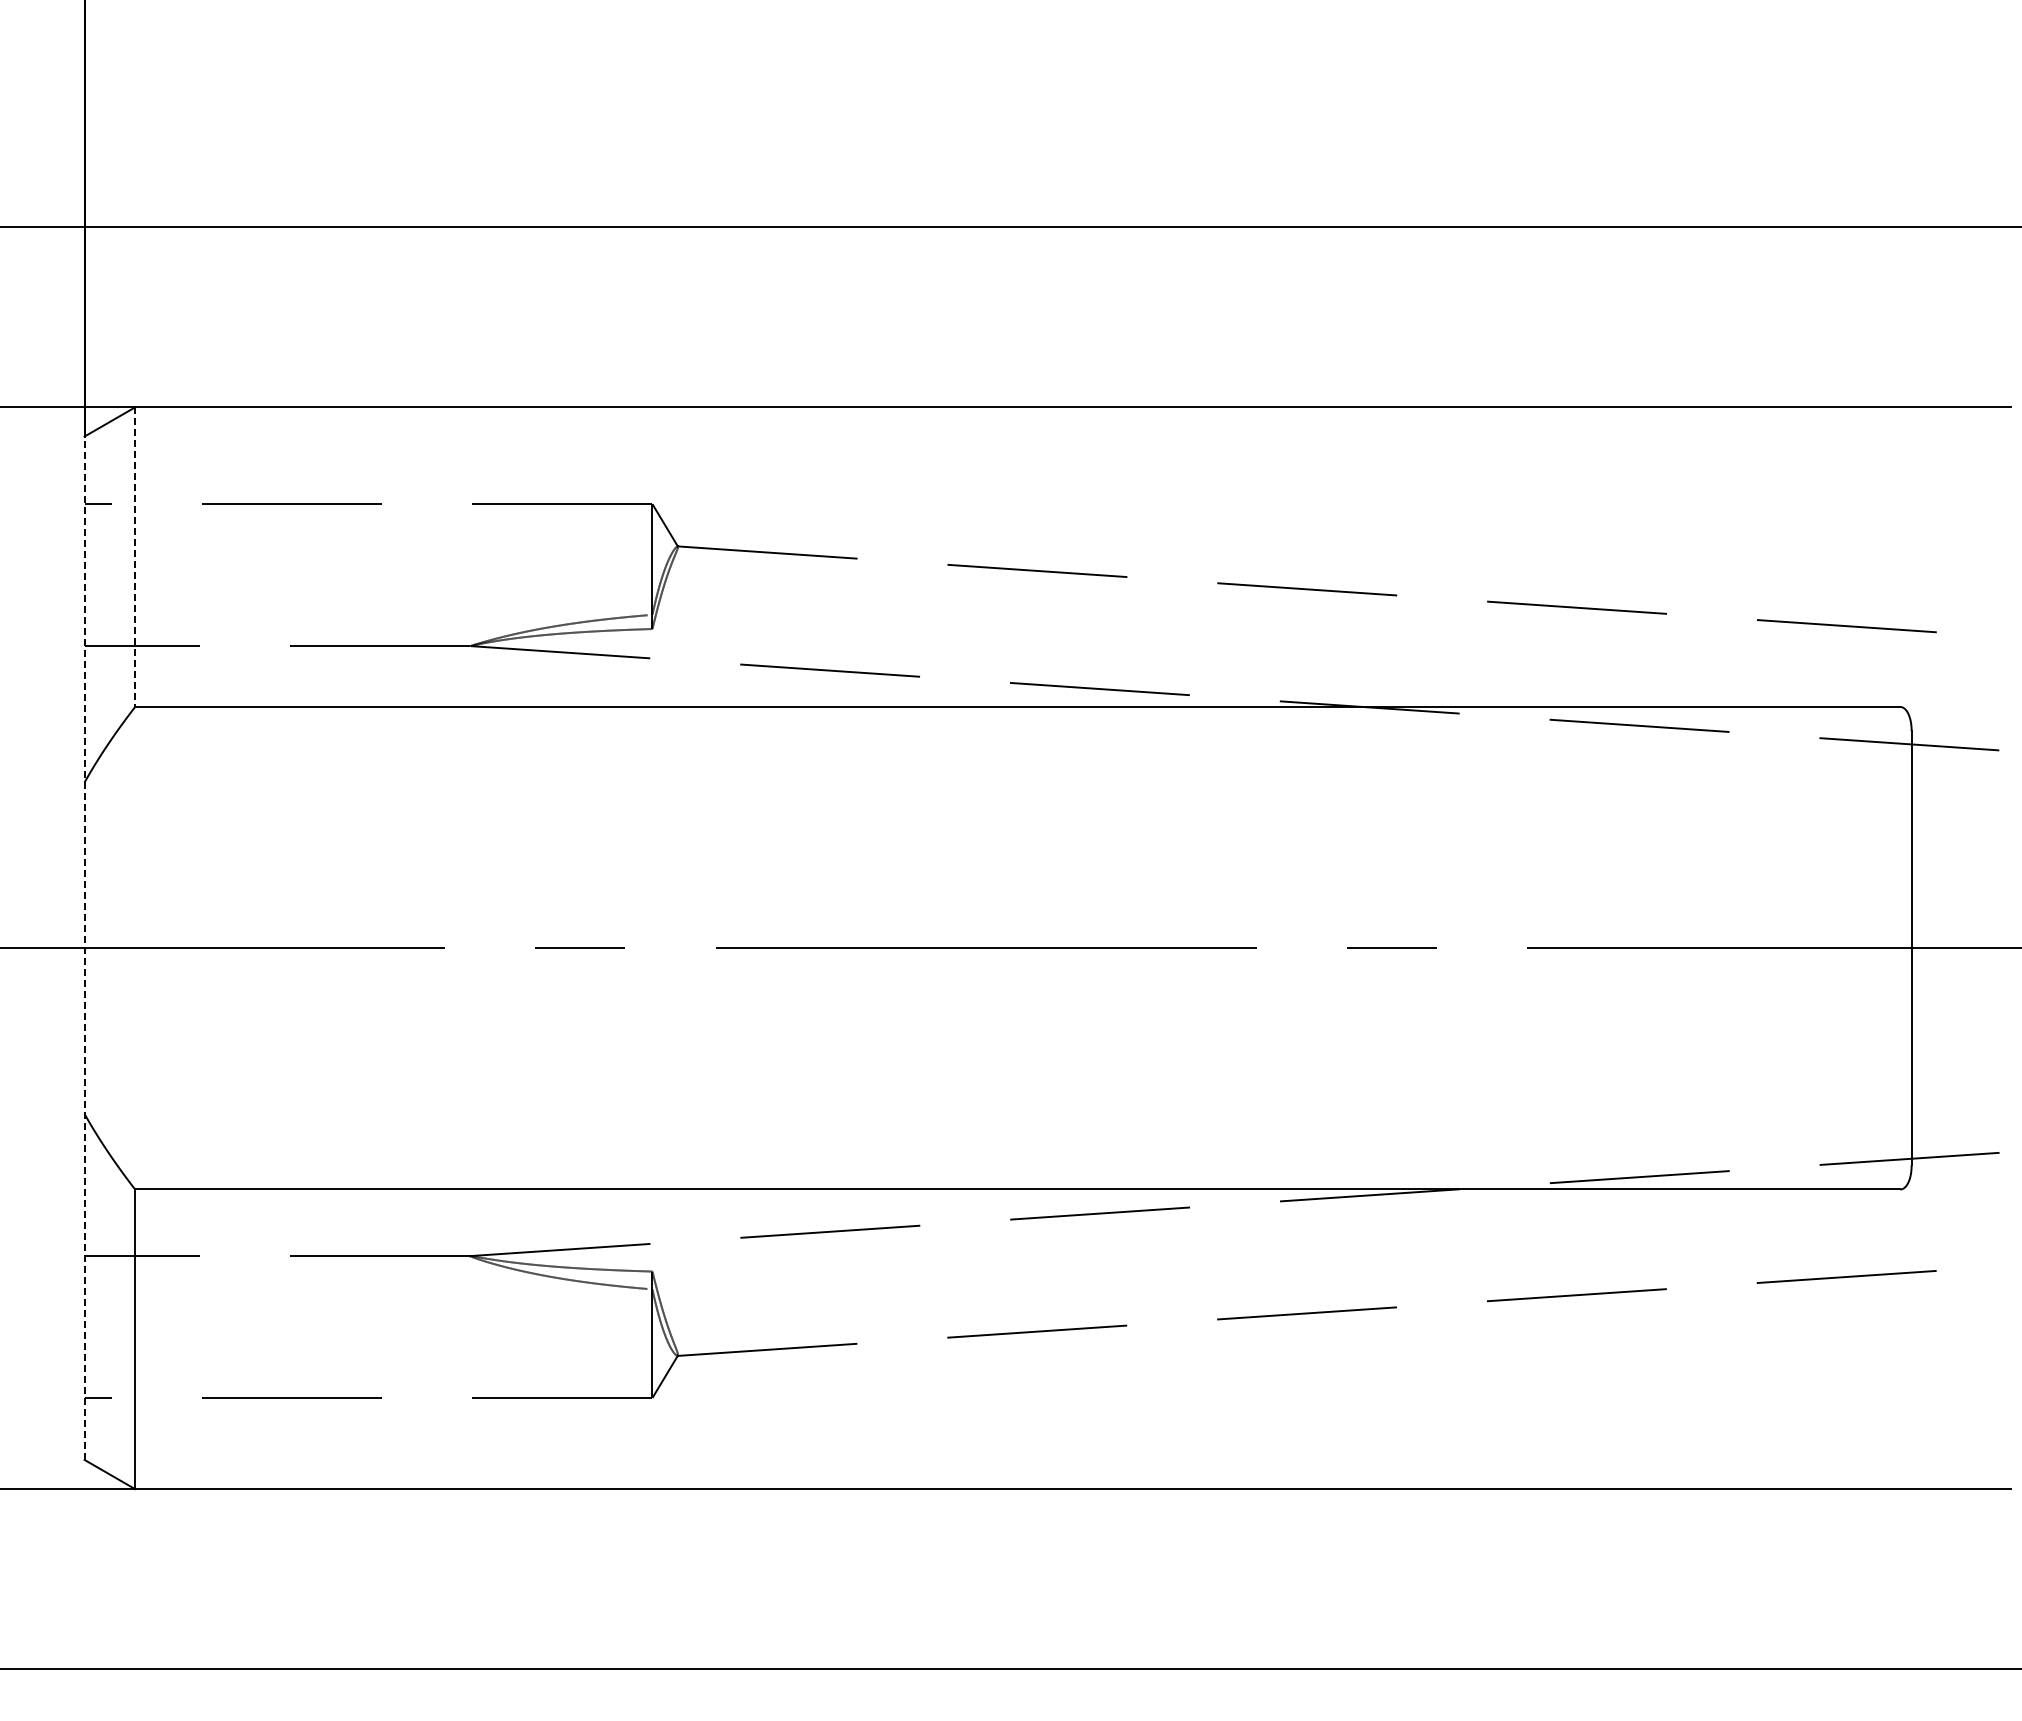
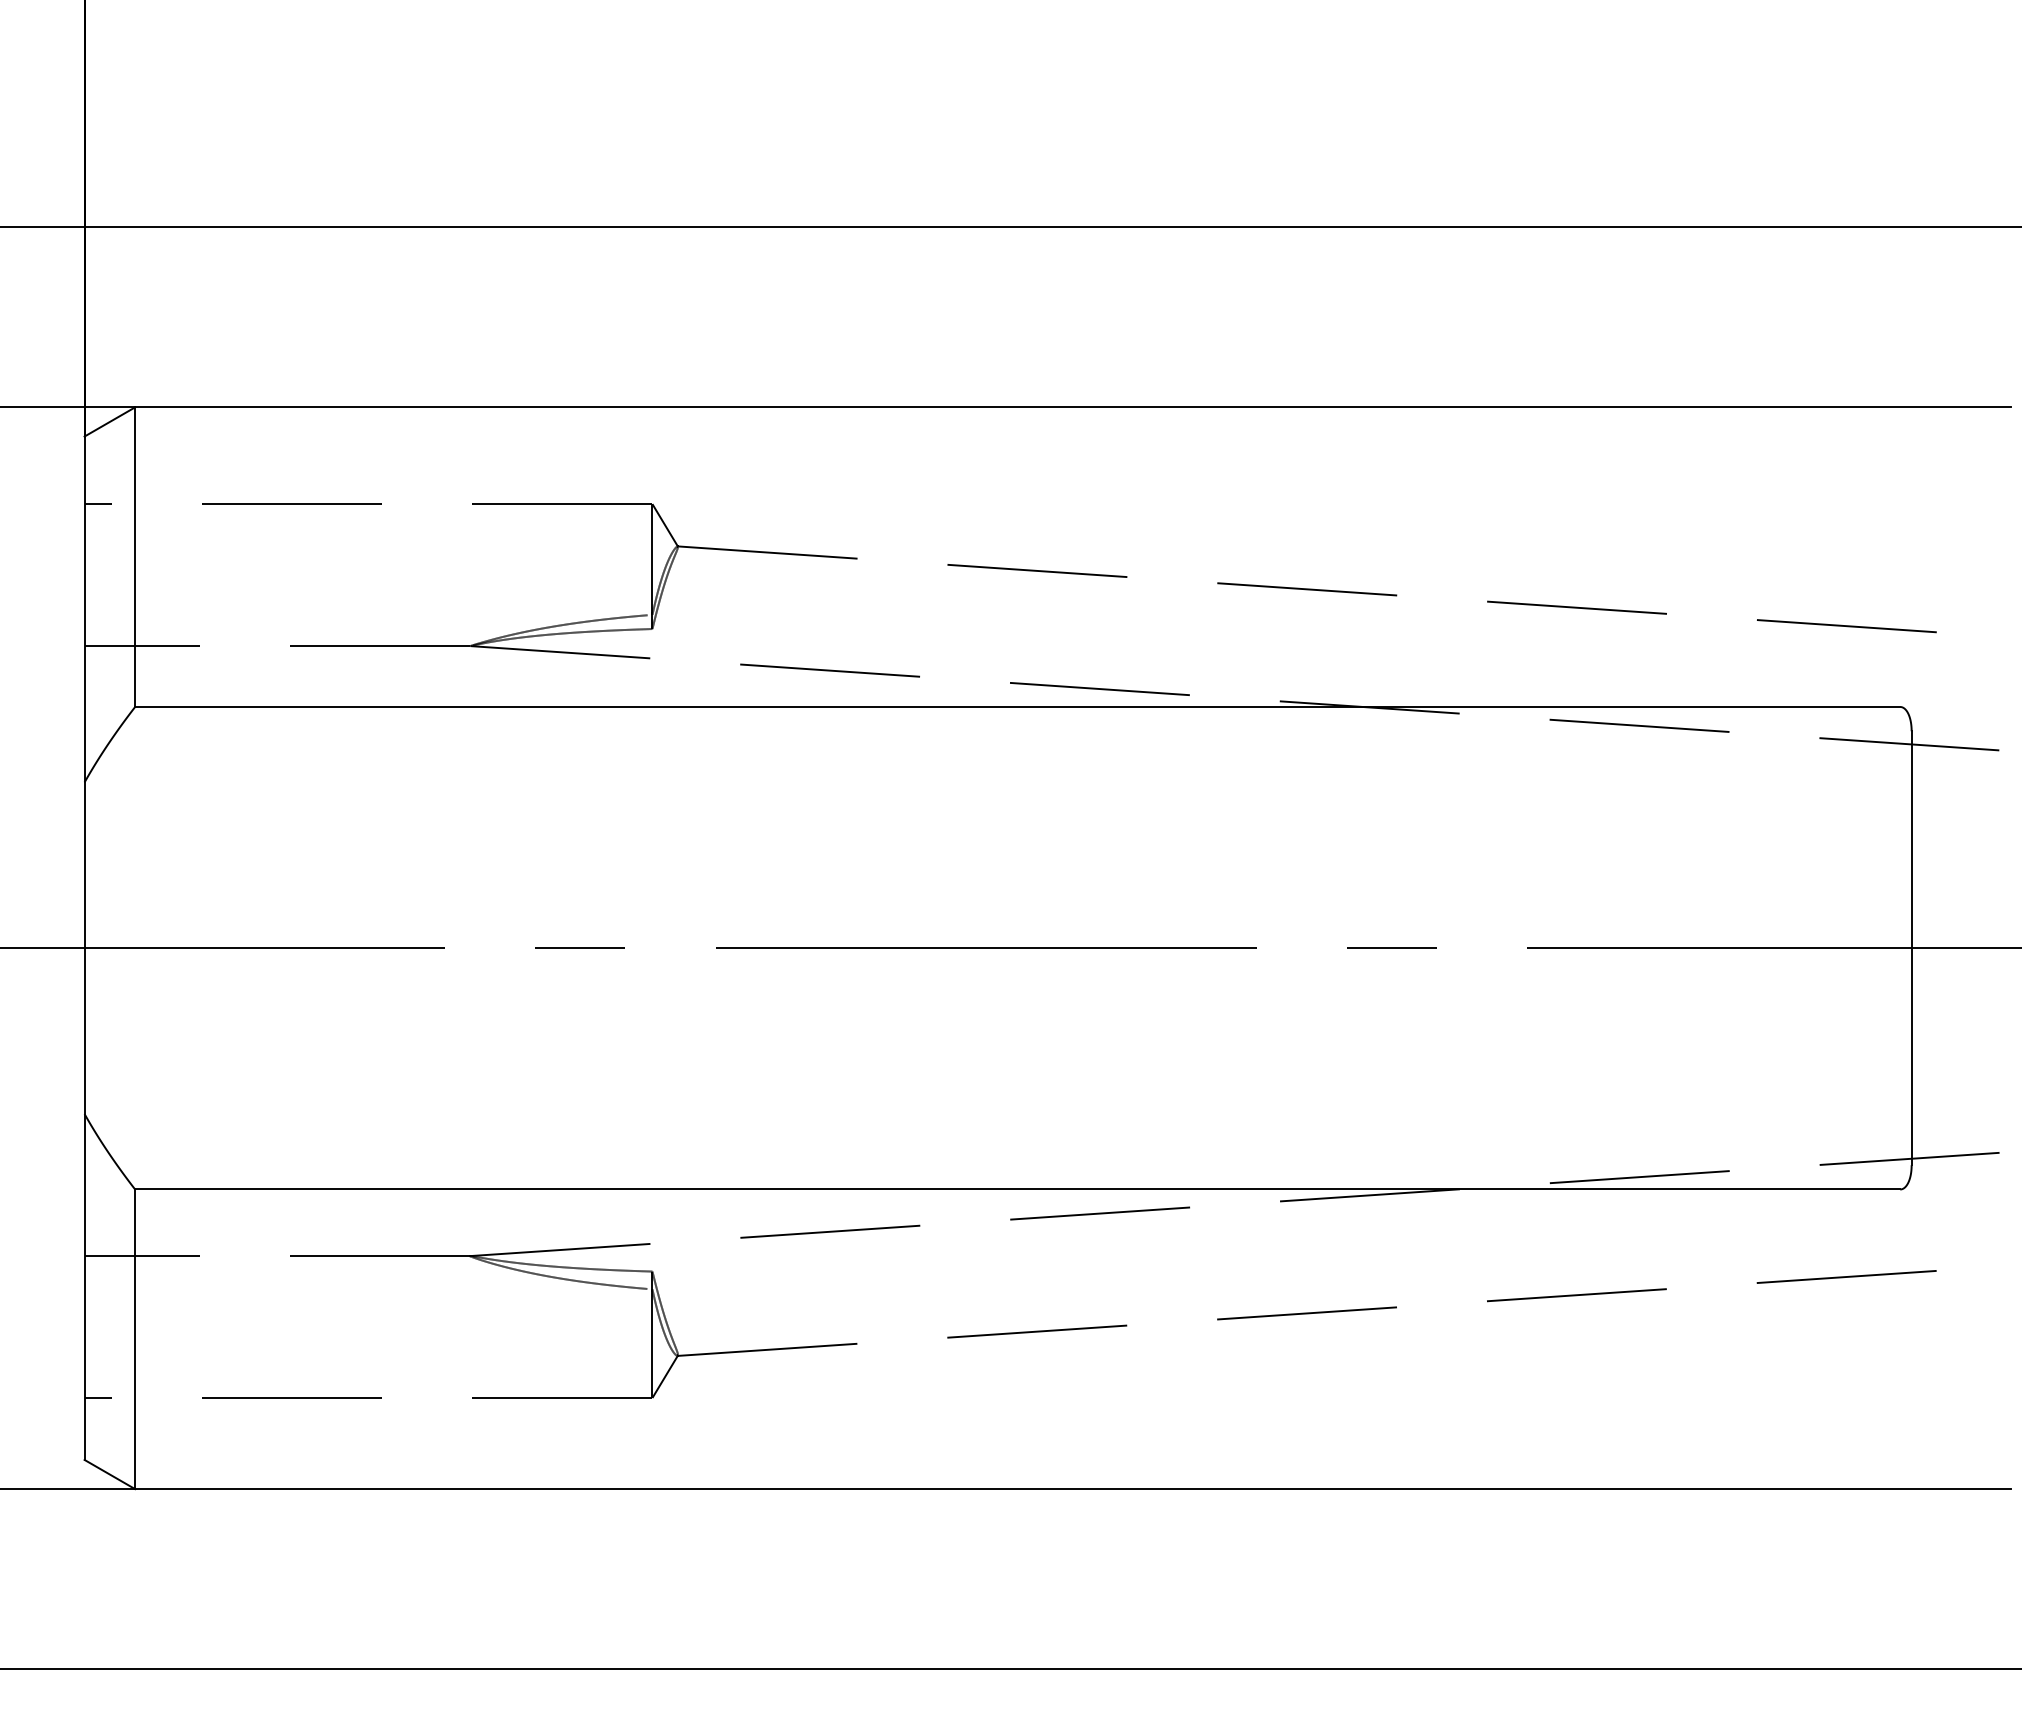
line at (135, 557): dashed -> solid
line at (84, 948): dashed -> solid
